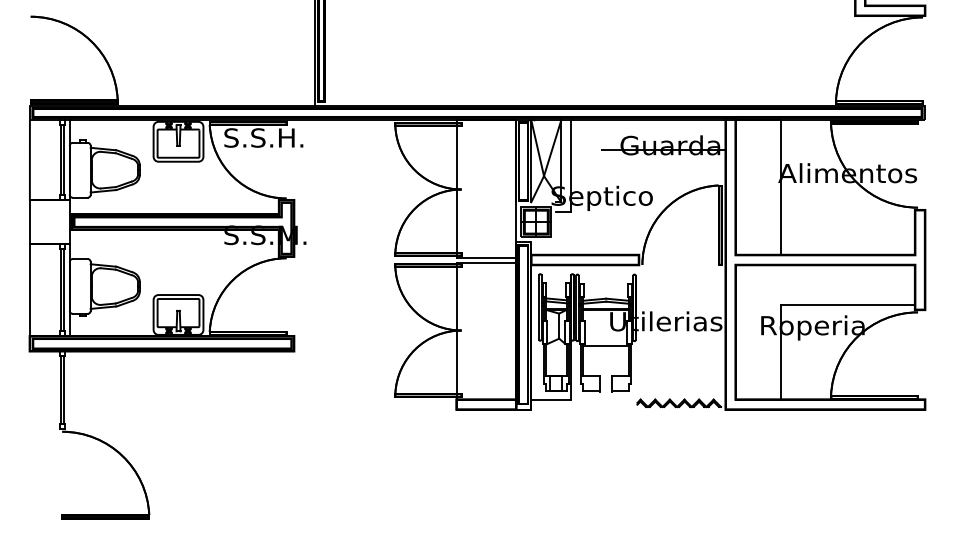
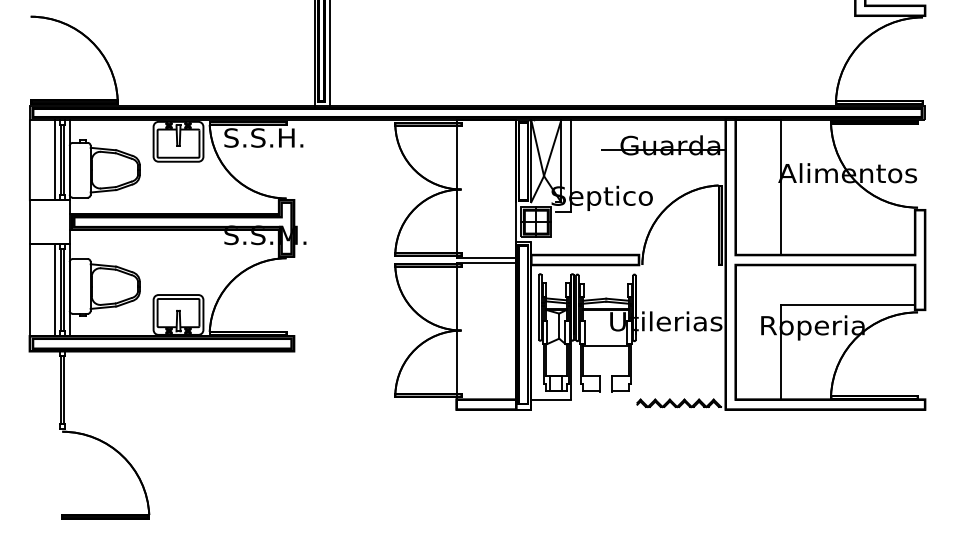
line at (330, 53): none -> present
line at (54, 160): none -> present
line at (54, 290): none -> present
